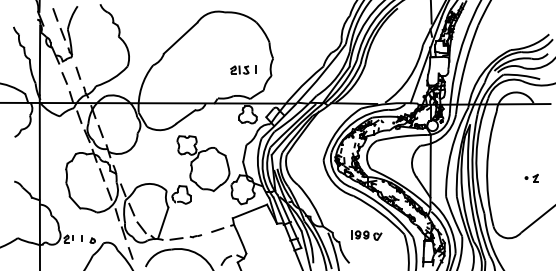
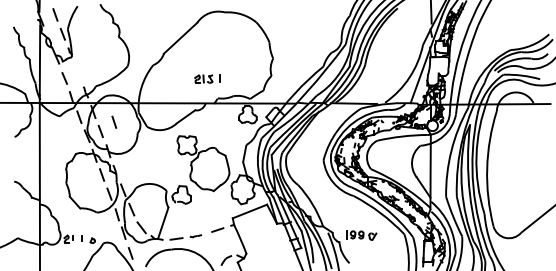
part at (243, 69) position: (243, 69) -> (207, 78)
line at (78, 72) position: (78, 72) -> (114, 121)
part at (531, 177): present -> none
part at (366, 235) position: (366, 235) -> (361, 235)
